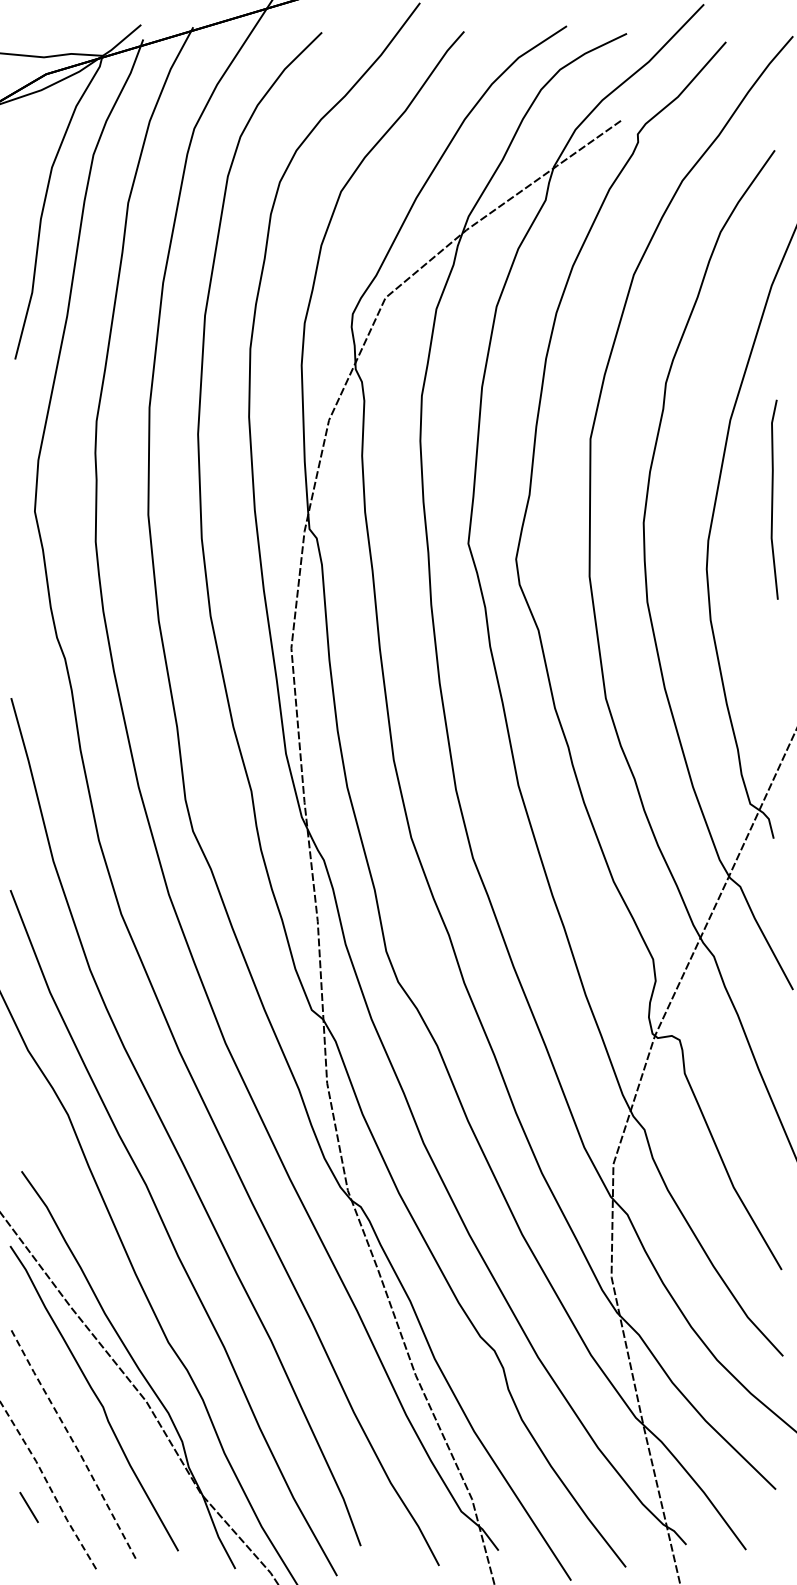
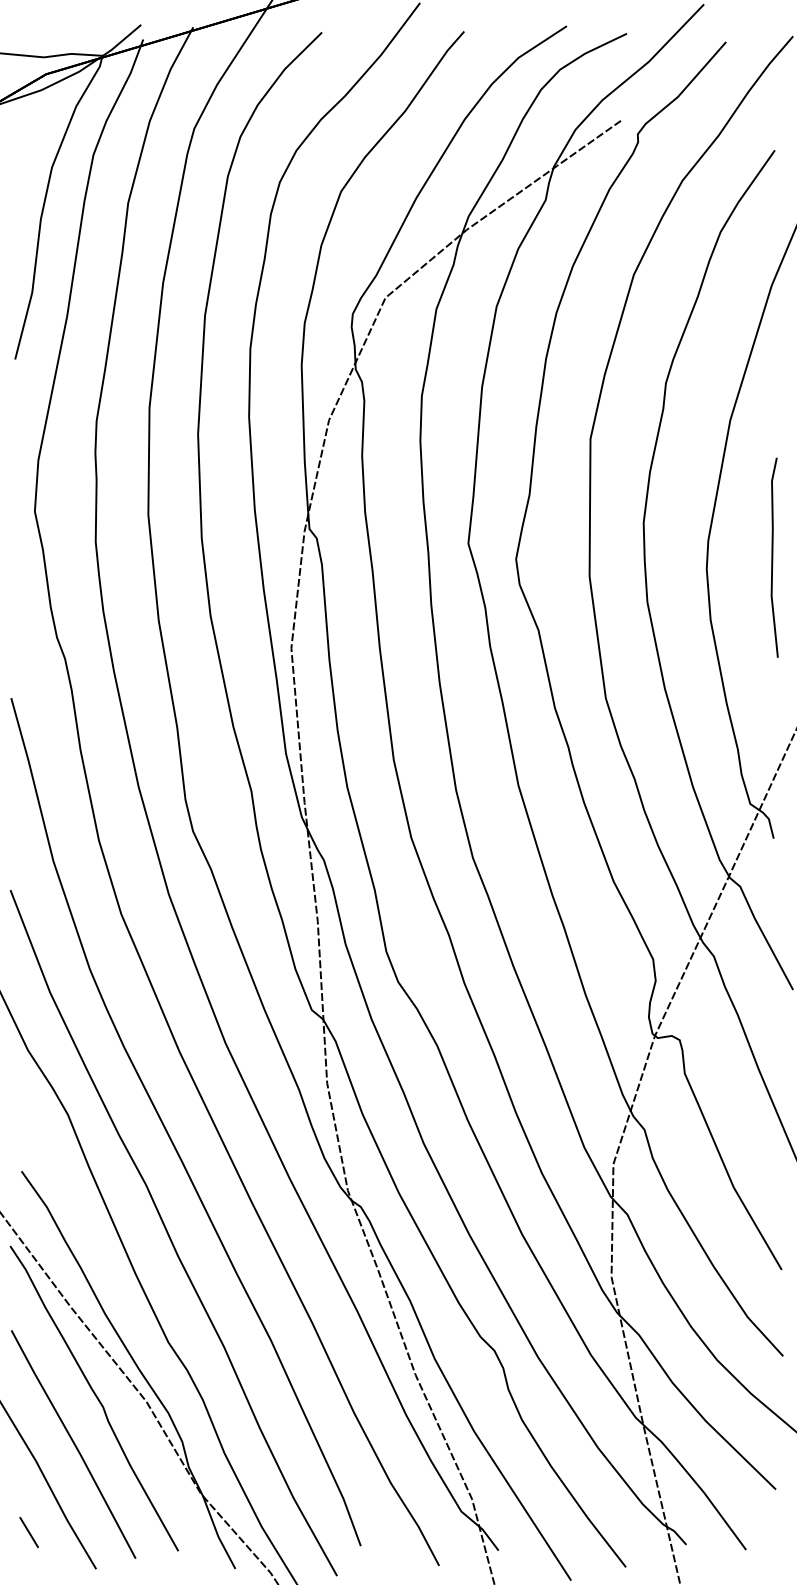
line at (773, 499) position: (773, 499) -> (773, 557)
line at (74, 1444): dashed -> solid
line at (48, 1485): dashed -> solid
line at (28, 1507) position: (28, 1507) -> (28, 1532)
